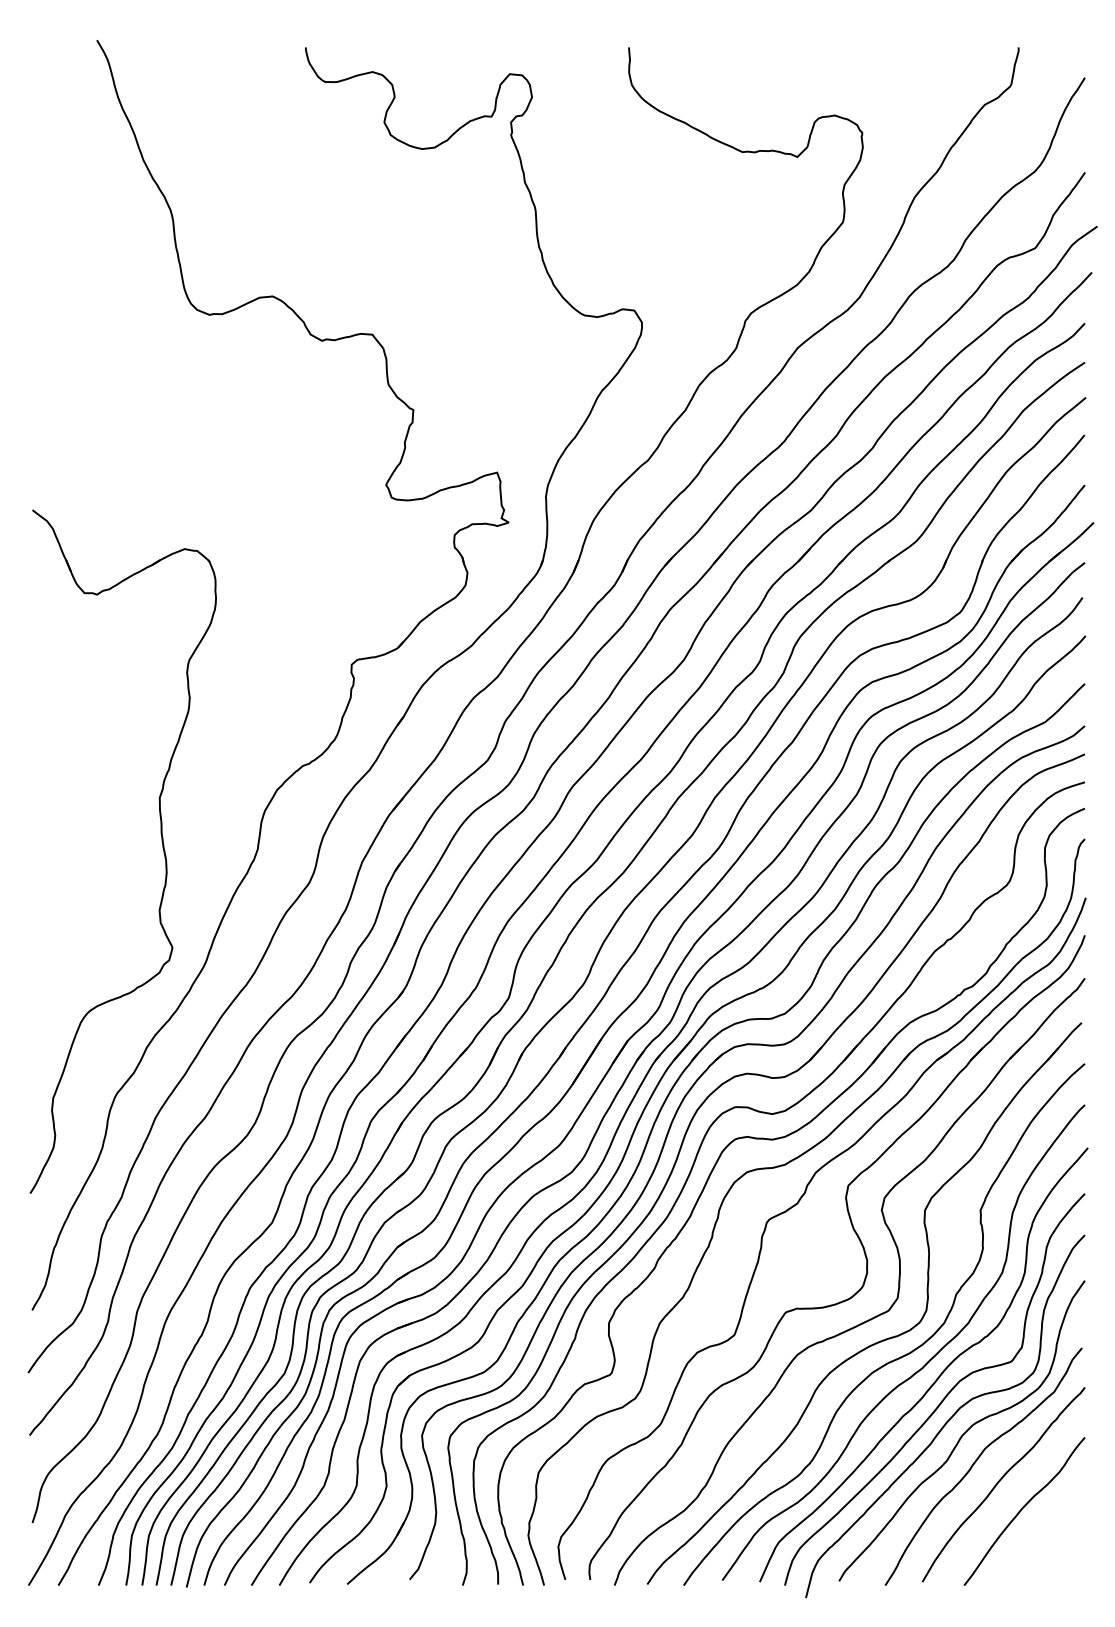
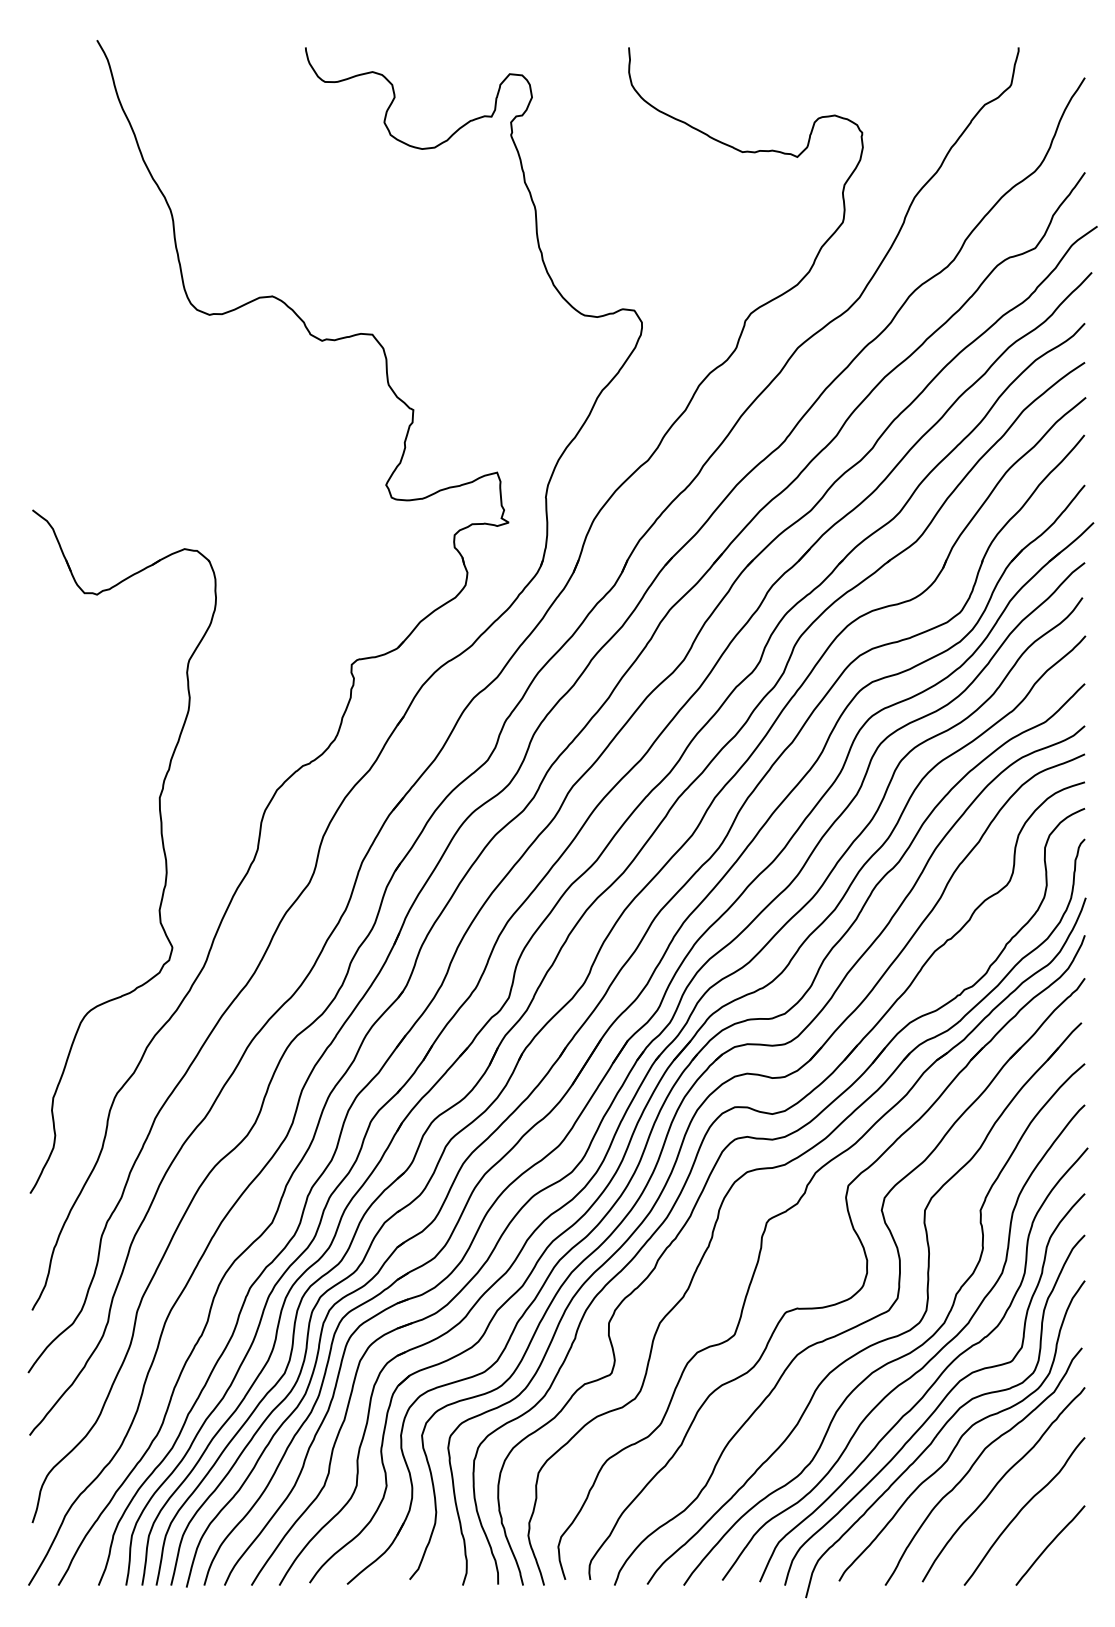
curve at (1050, 1545): none -> present
